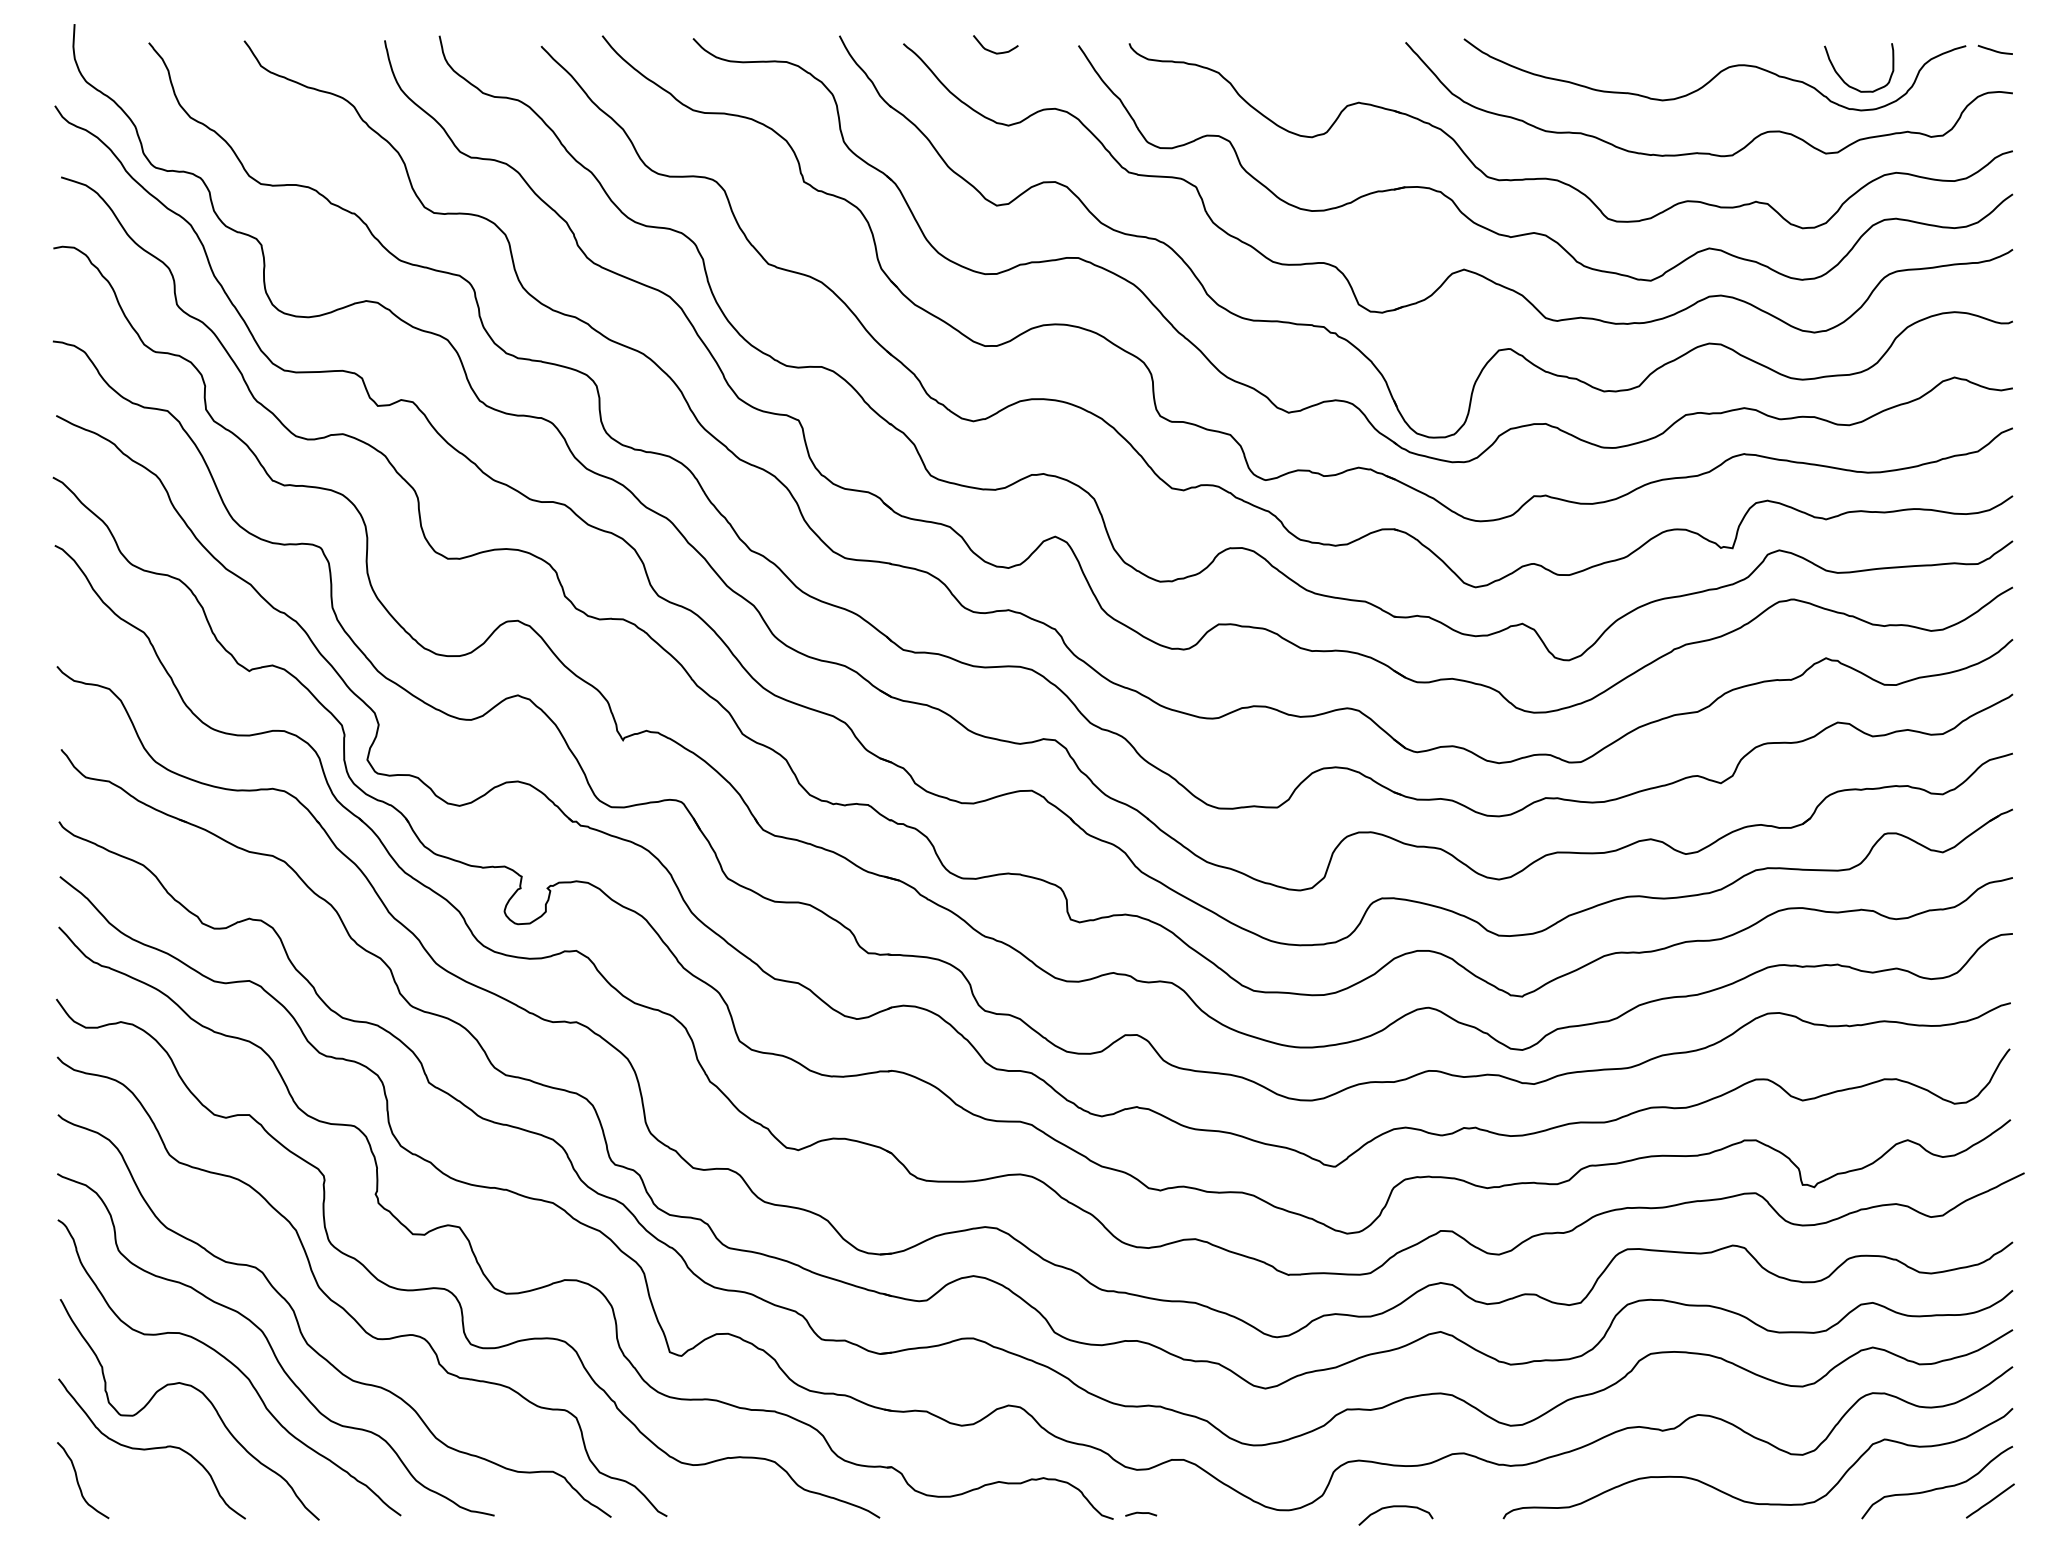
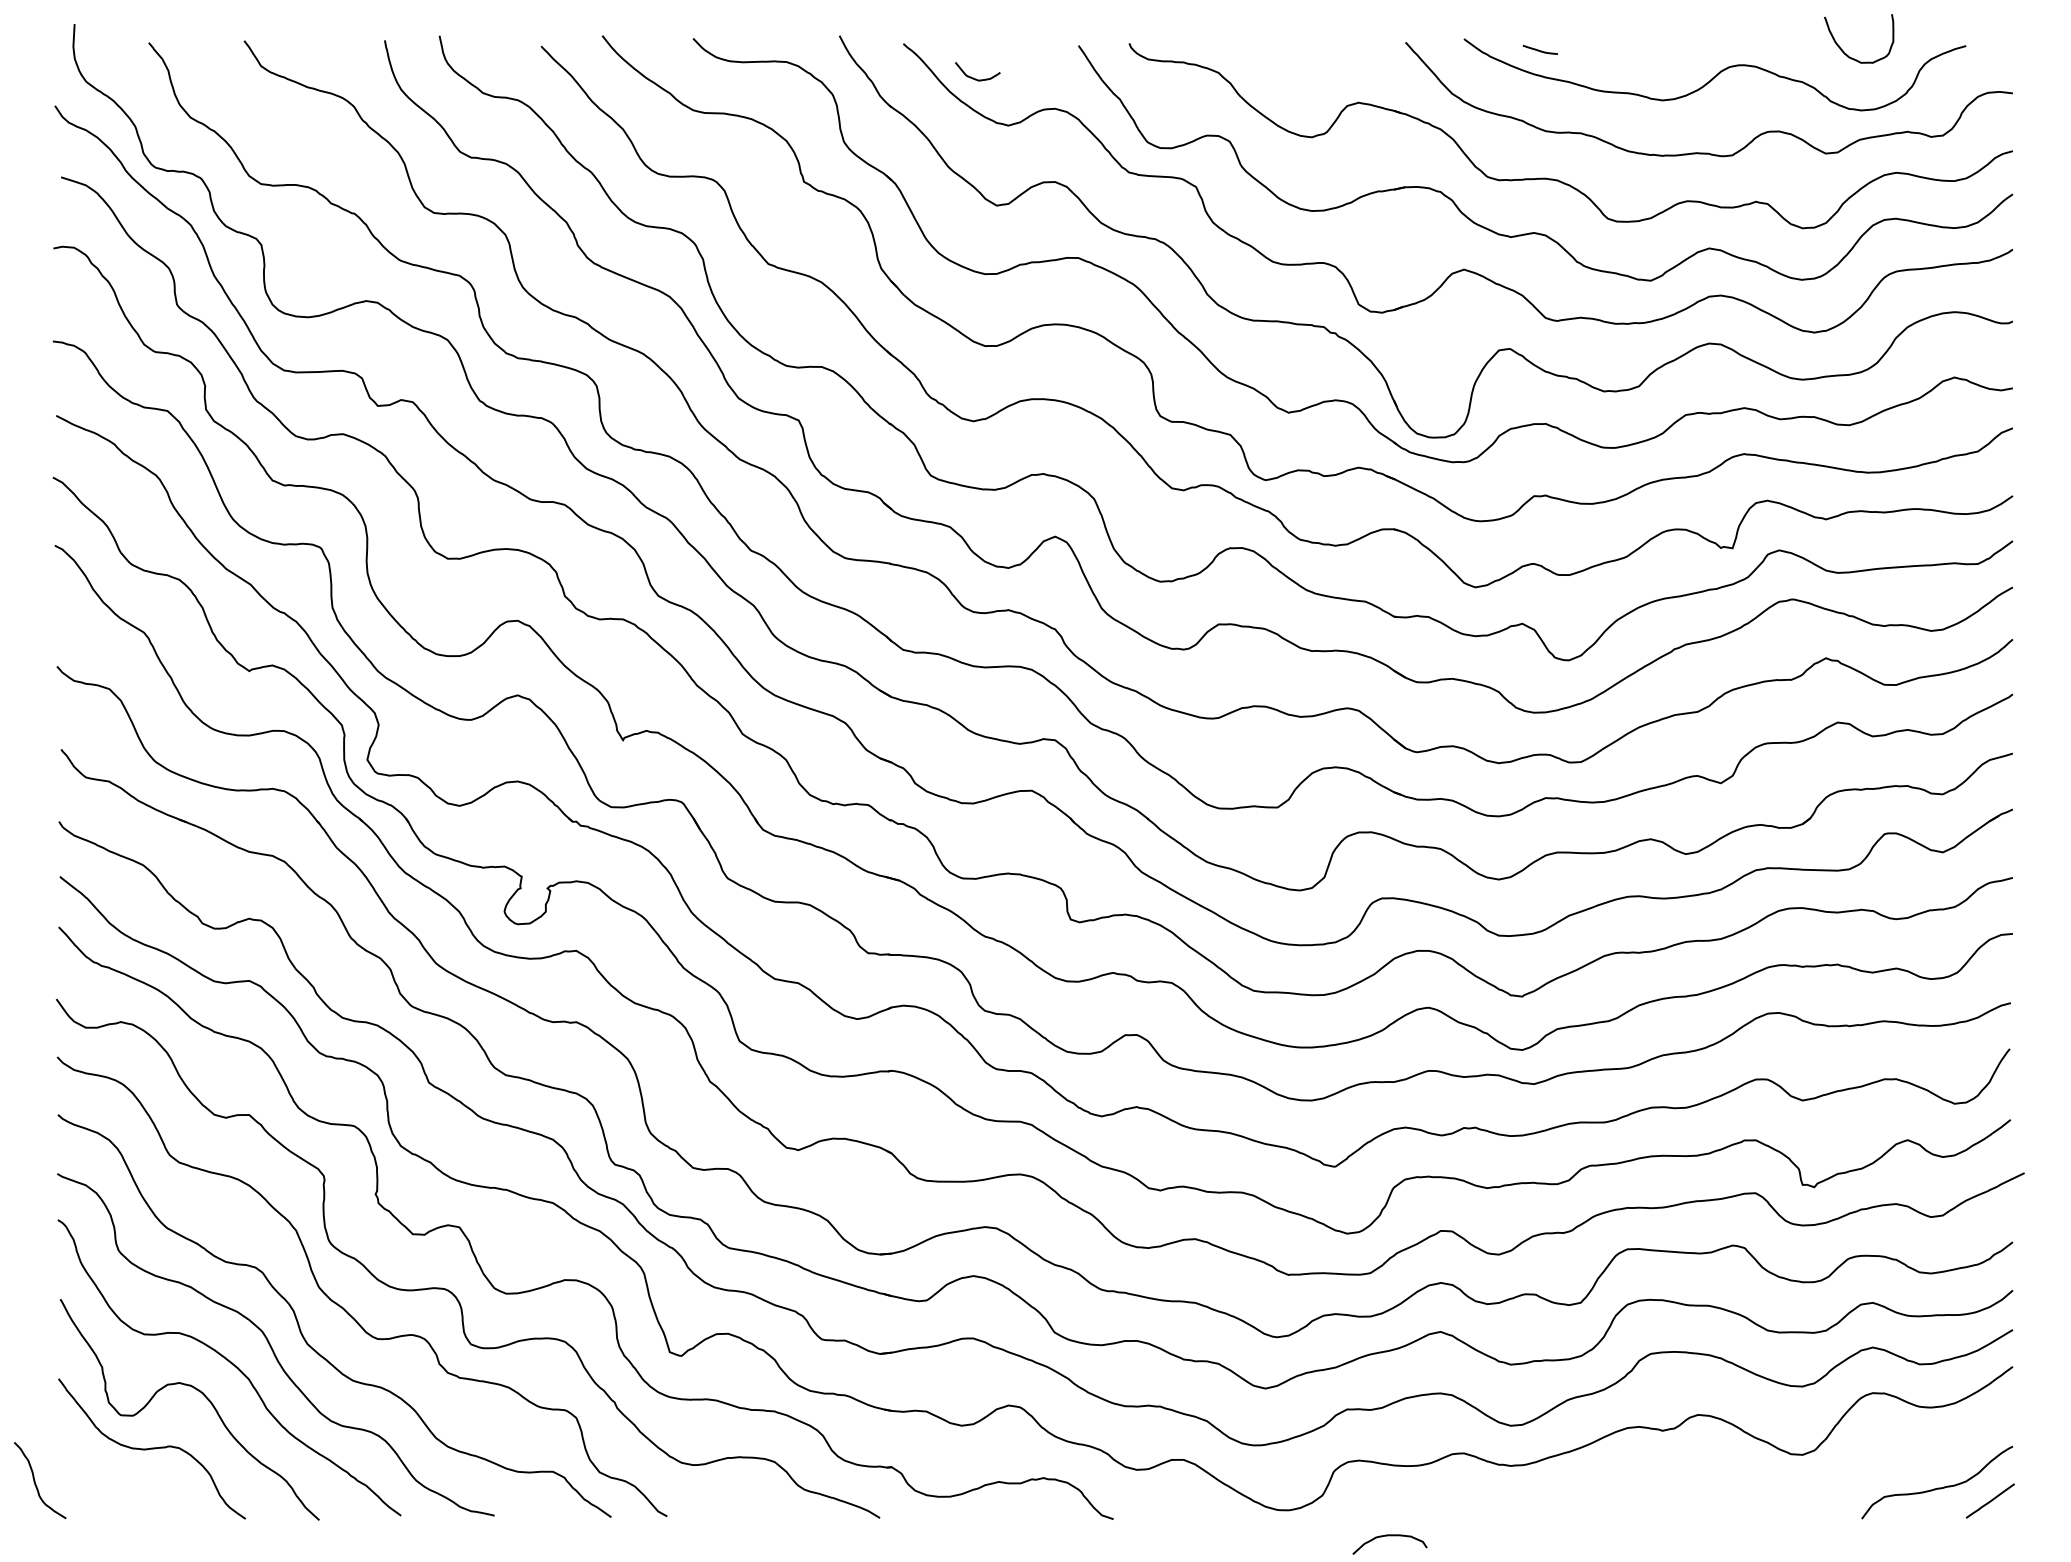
curve at (1993, 49) position: (1993, 49) -> (1538, 49)
curve at (994, 51) position: (994, 51) -> (976, 78)
curve at (1844, 80) position: (1844, 80) -> (1844, 51)
curve at (78, 1480) position: (78, 1480) -> (35, 1480)
curve at (1750, 1501): present -> none
curve at (1395, 1507) position: (1395, 1507) -> (1389, 1536)
curve at (1141, 1513): present -> none
